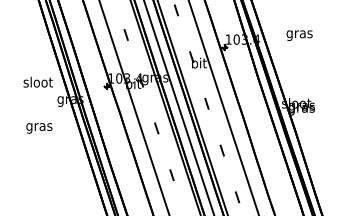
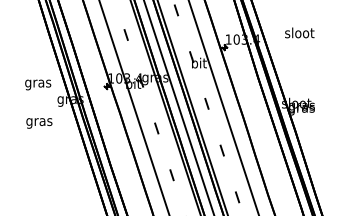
text at (299, 33): gras -> sloot
text at (37, 83): sloot -> gras
text at (39, 128) position: (39, 128) -> (39, 123)
